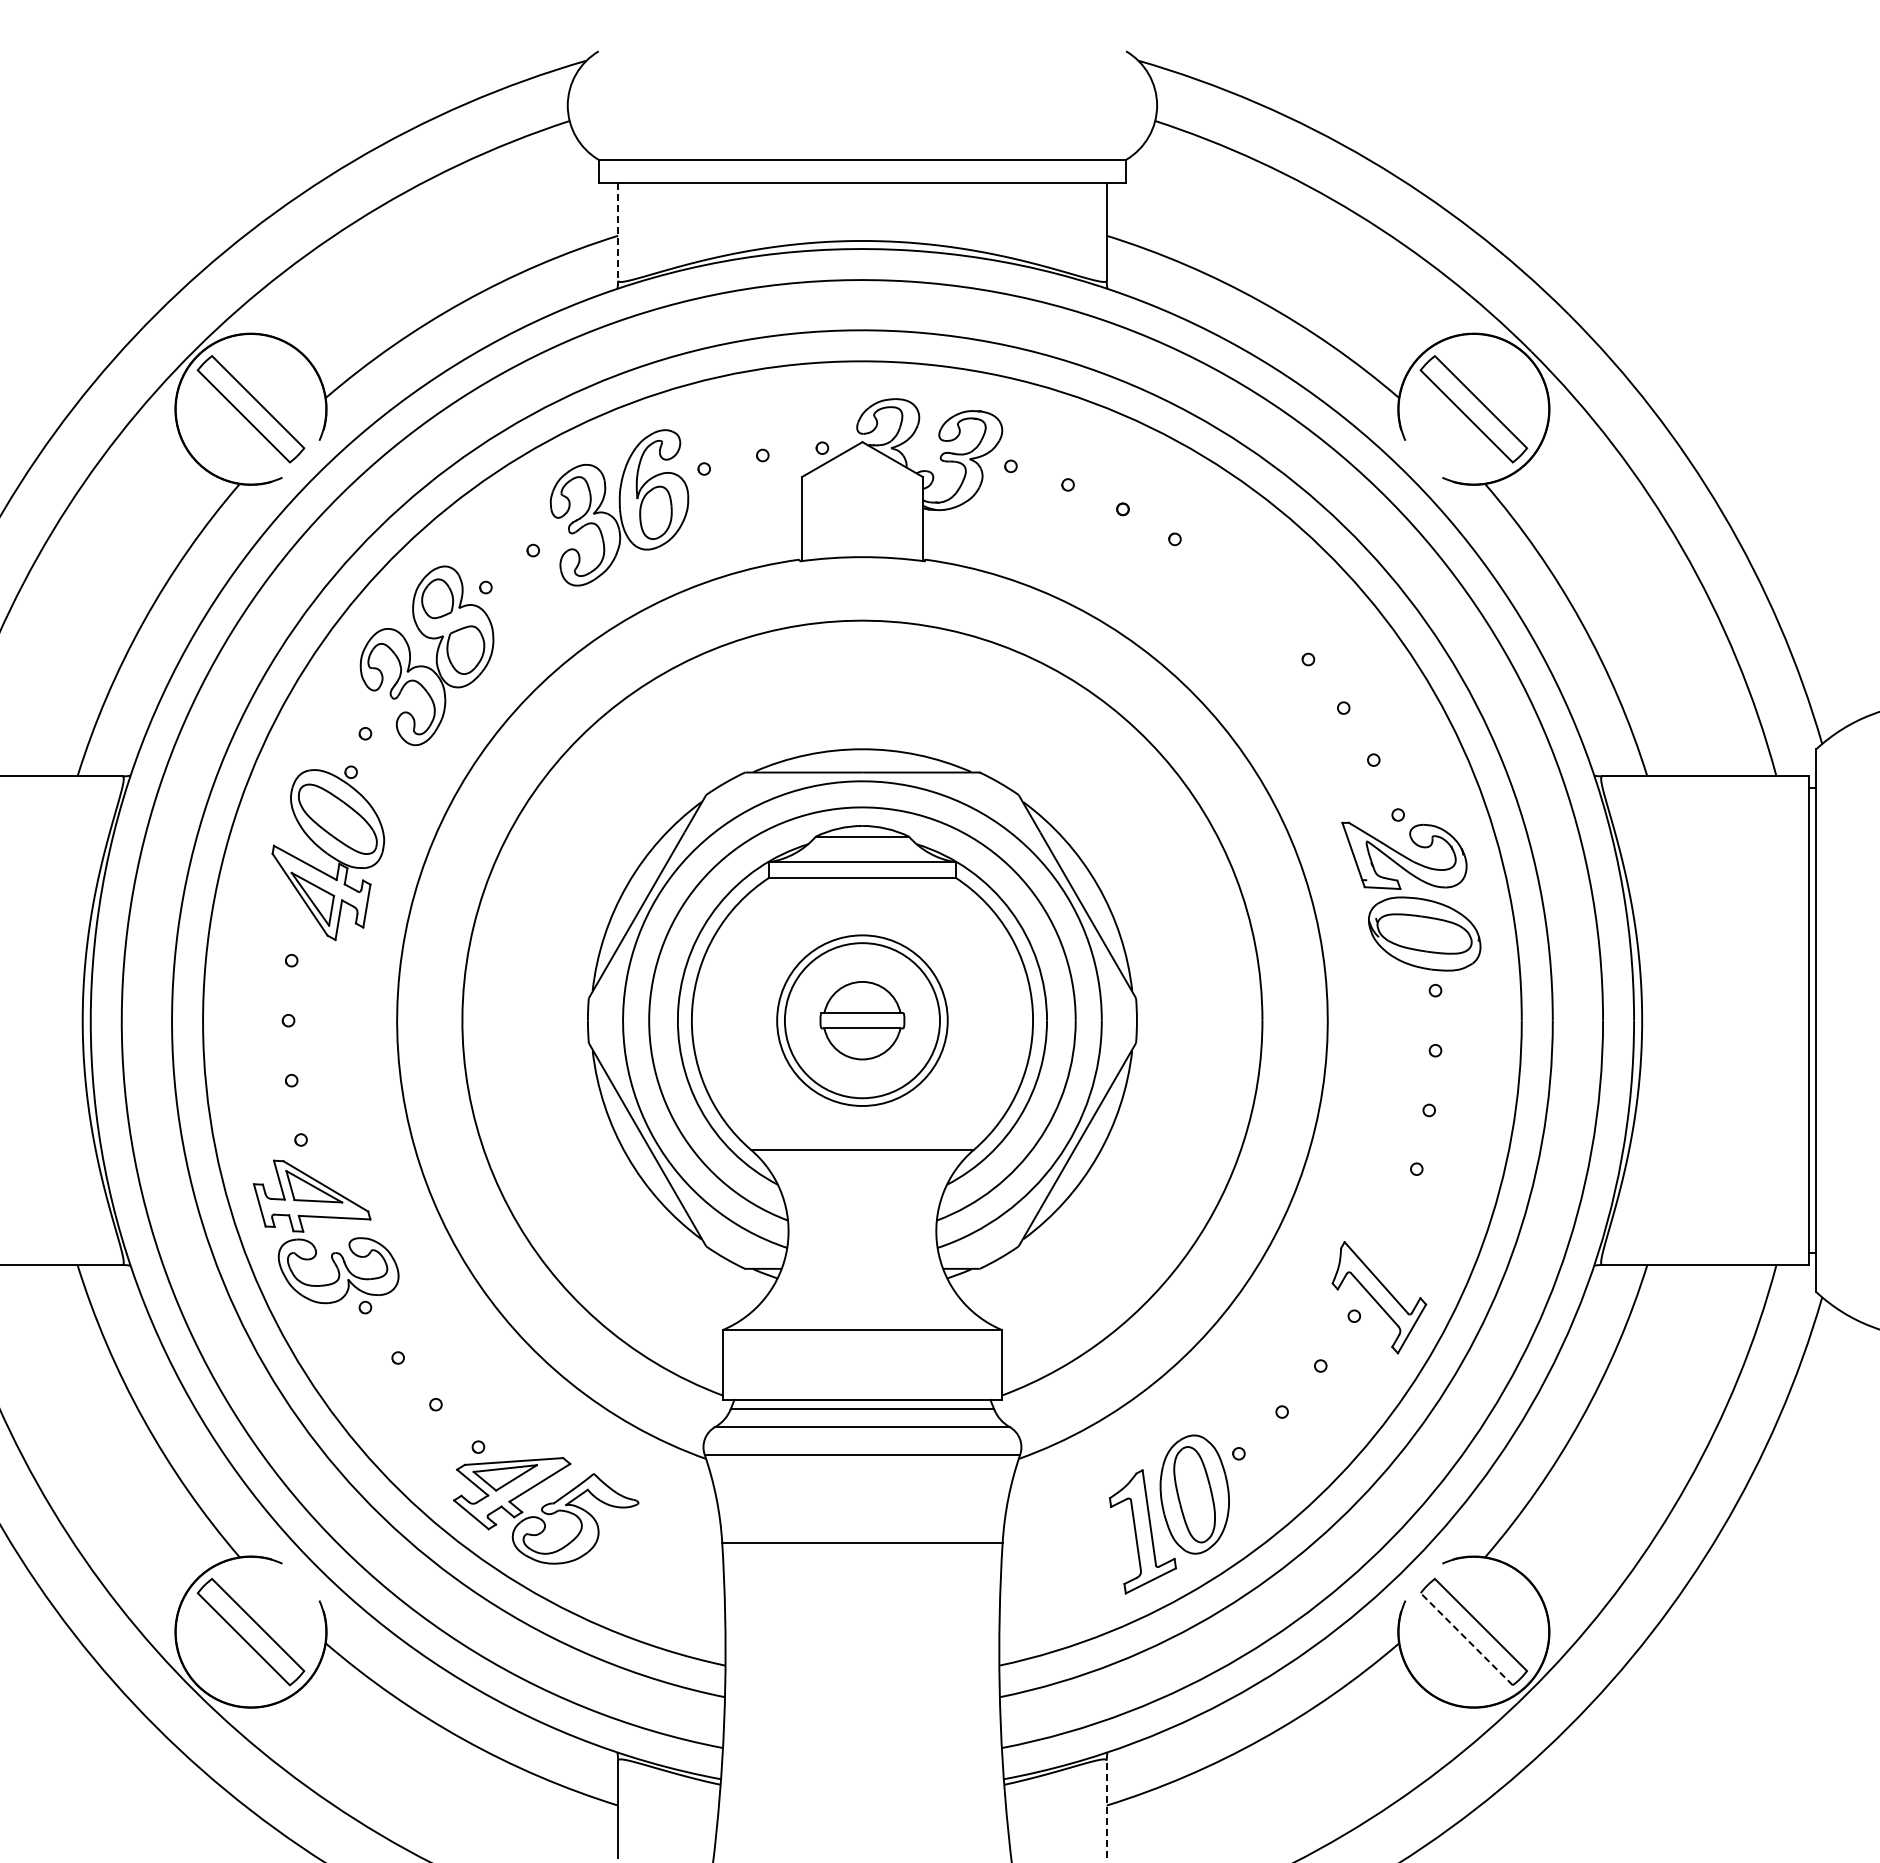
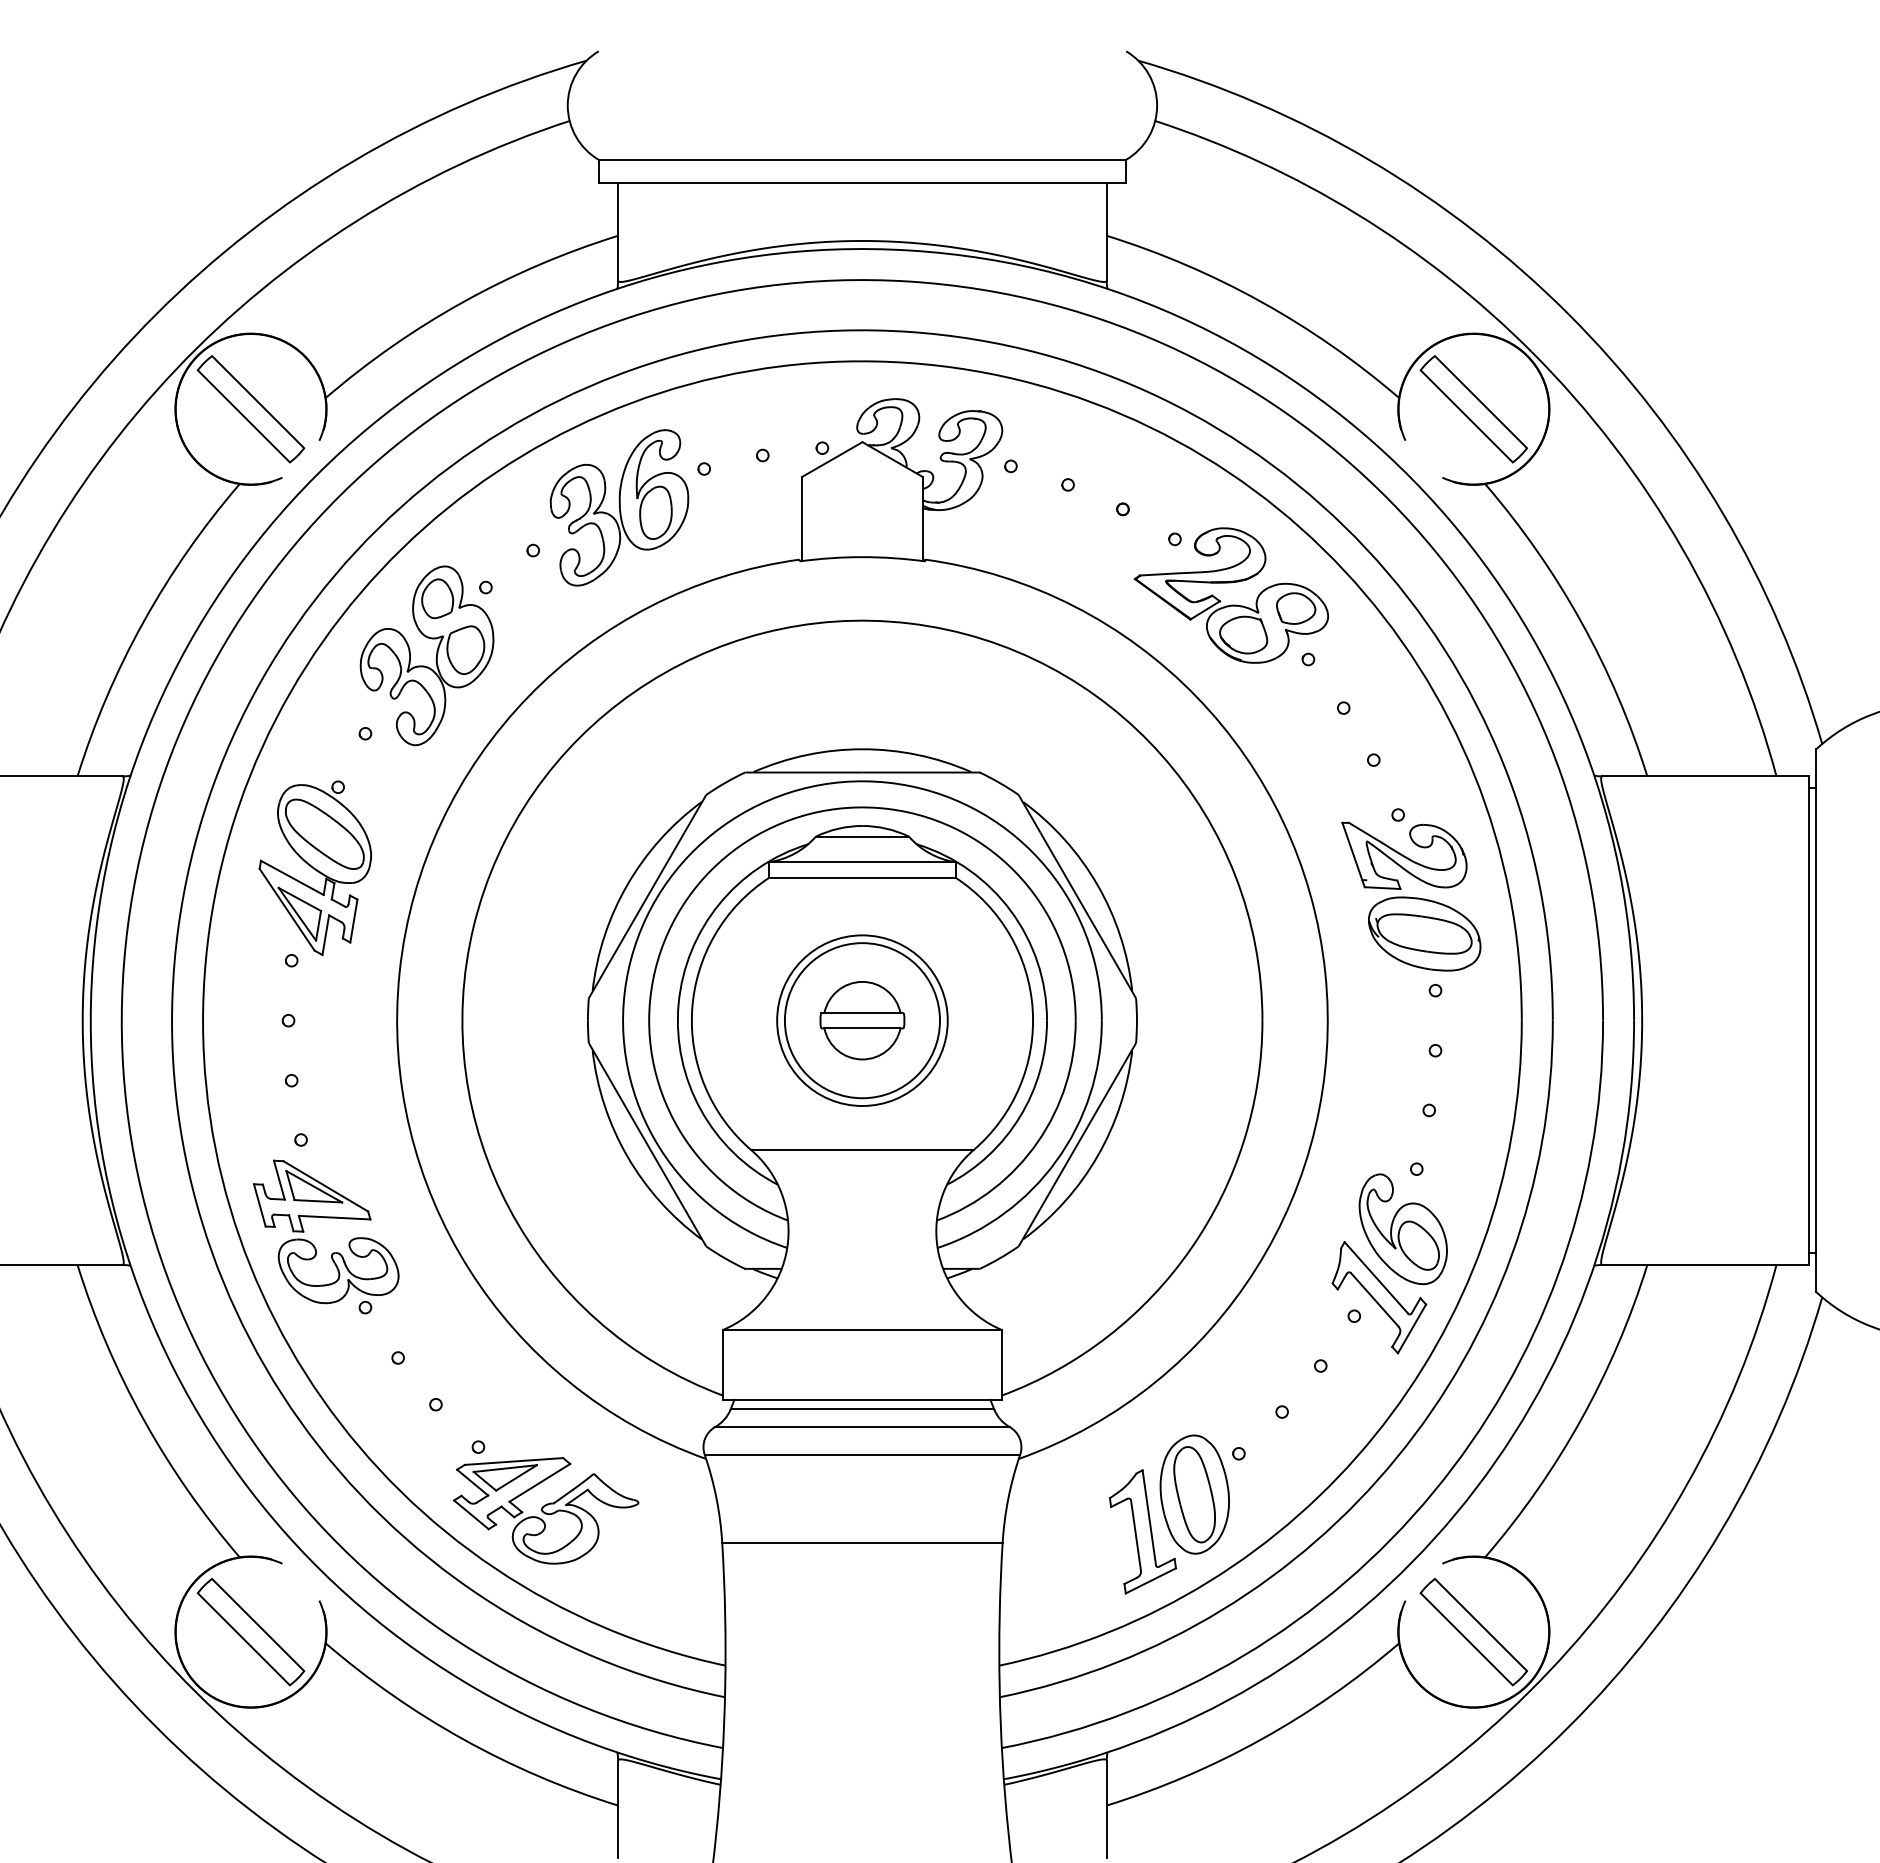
line at (618, 232): dashed -> solid
part at (1231, 604): none -> present
part at (328, 852) position: (328, 852) -> (315, 867)
part at (1402, 1229): none -> present
line at (1466, 1638): dashed -> solid
line at (1106, 1809): dashed -> solid
